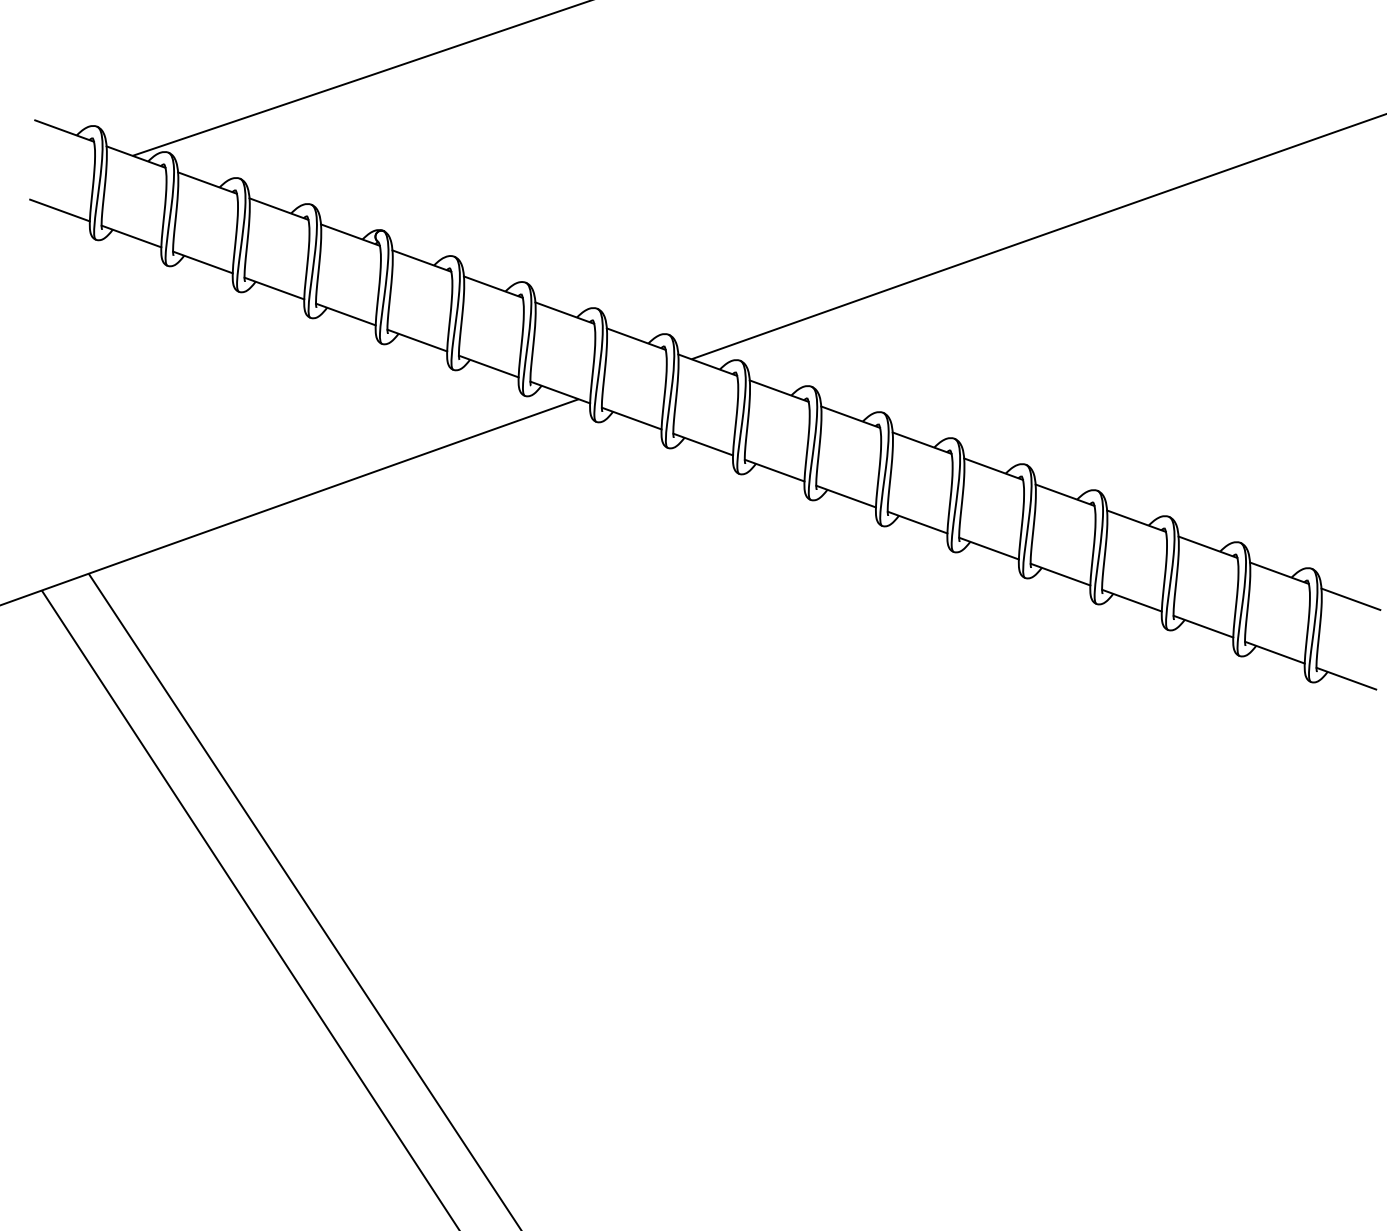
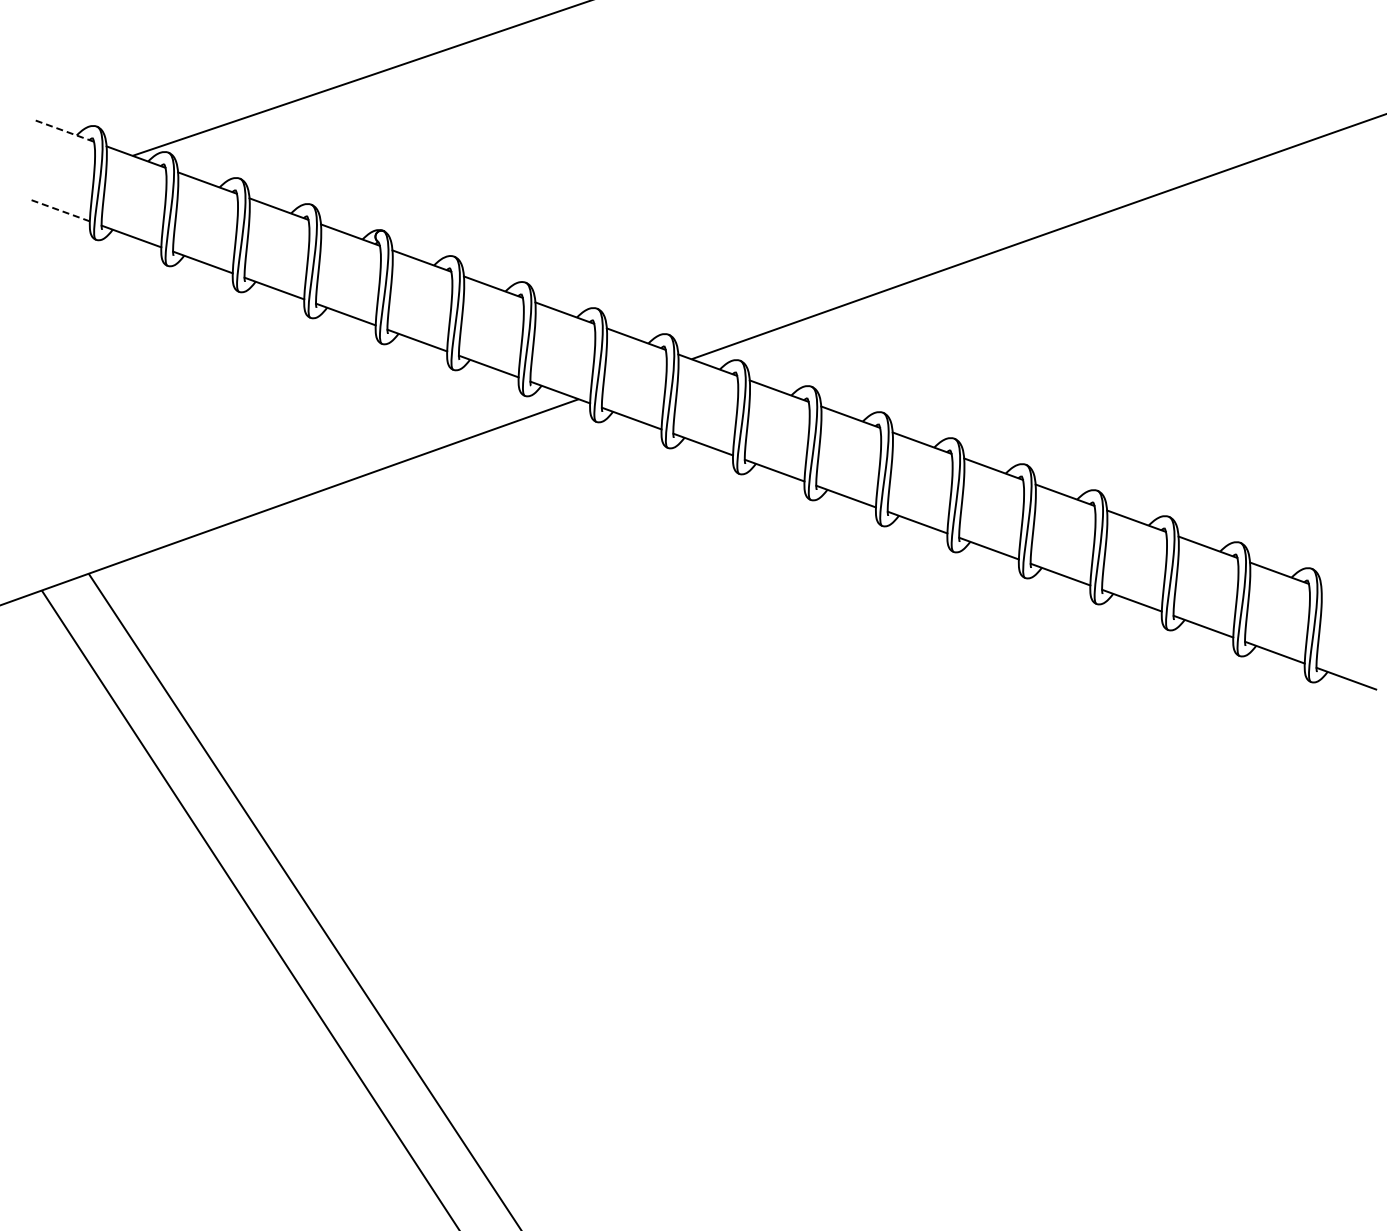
line at (64, 130): solid -> dashed
line at (60, 210): solid -> dashed
line at (1350, 599): present -> none
